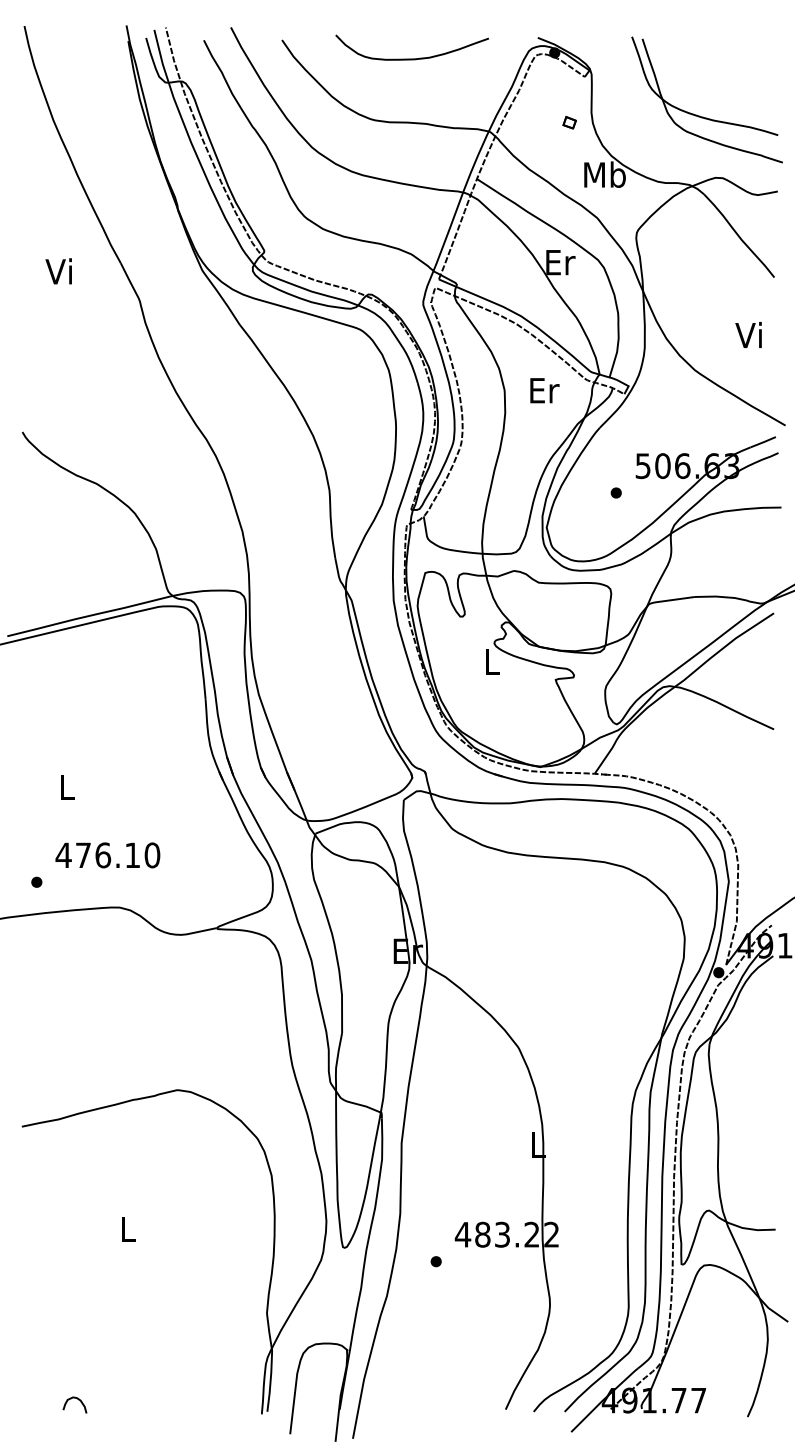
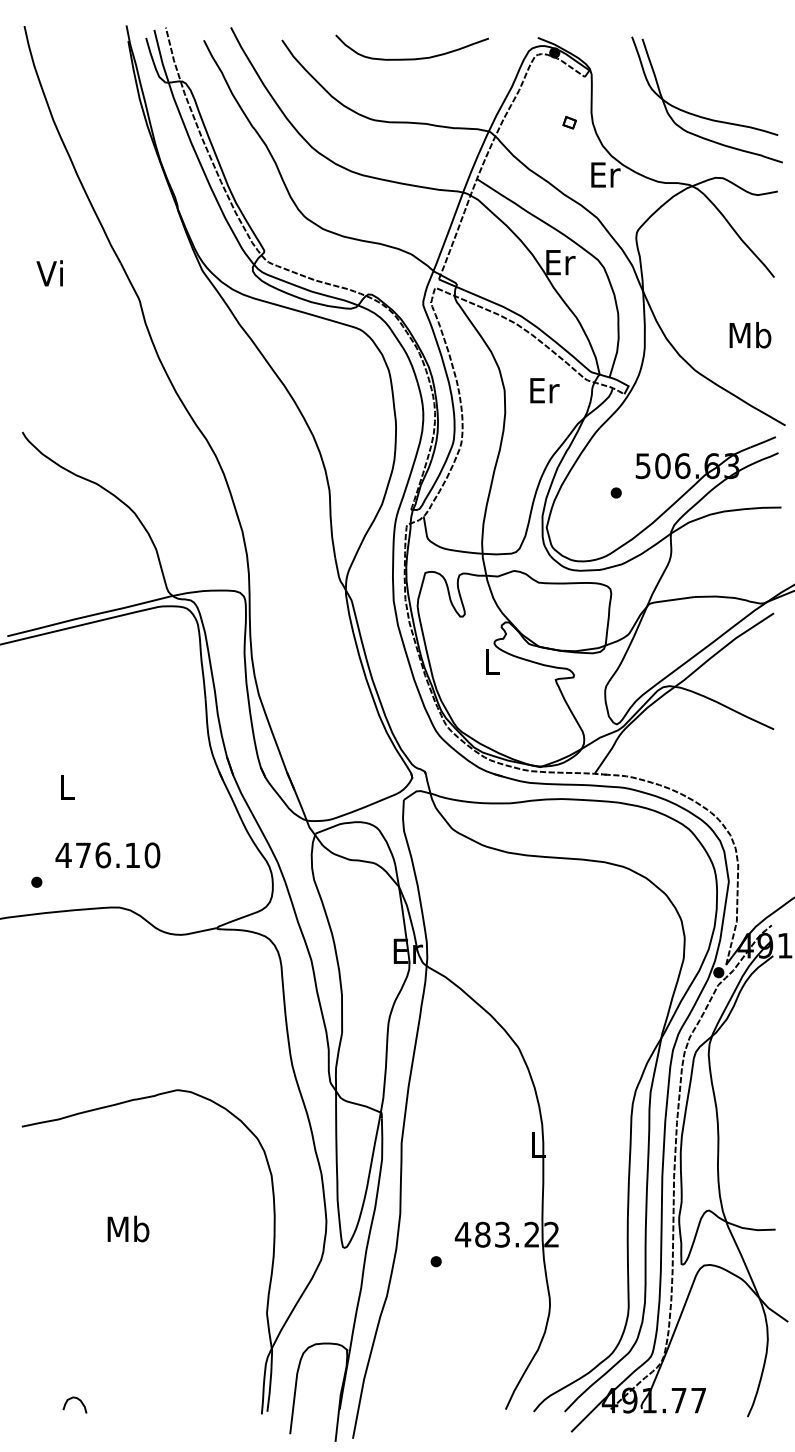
text at (604, 174): Mb -> Er
text at (58, 271) position: (58, 271) -> (49, 273)
text at (750, 335): Vi -> Mb
text at (128, 1228): L -> Mb
